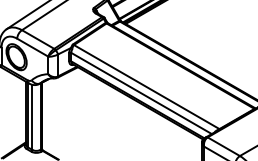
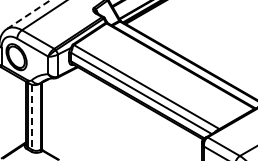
line at (29, 14): solid -> dashed
line at (32, 117): solid -> dashed
